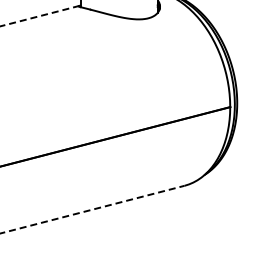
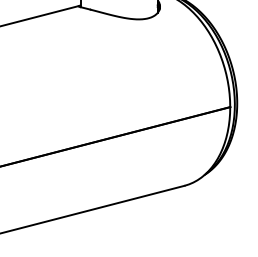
line at (40, 16): dashed -> solid
line at (92, 209): dashed -> solid
